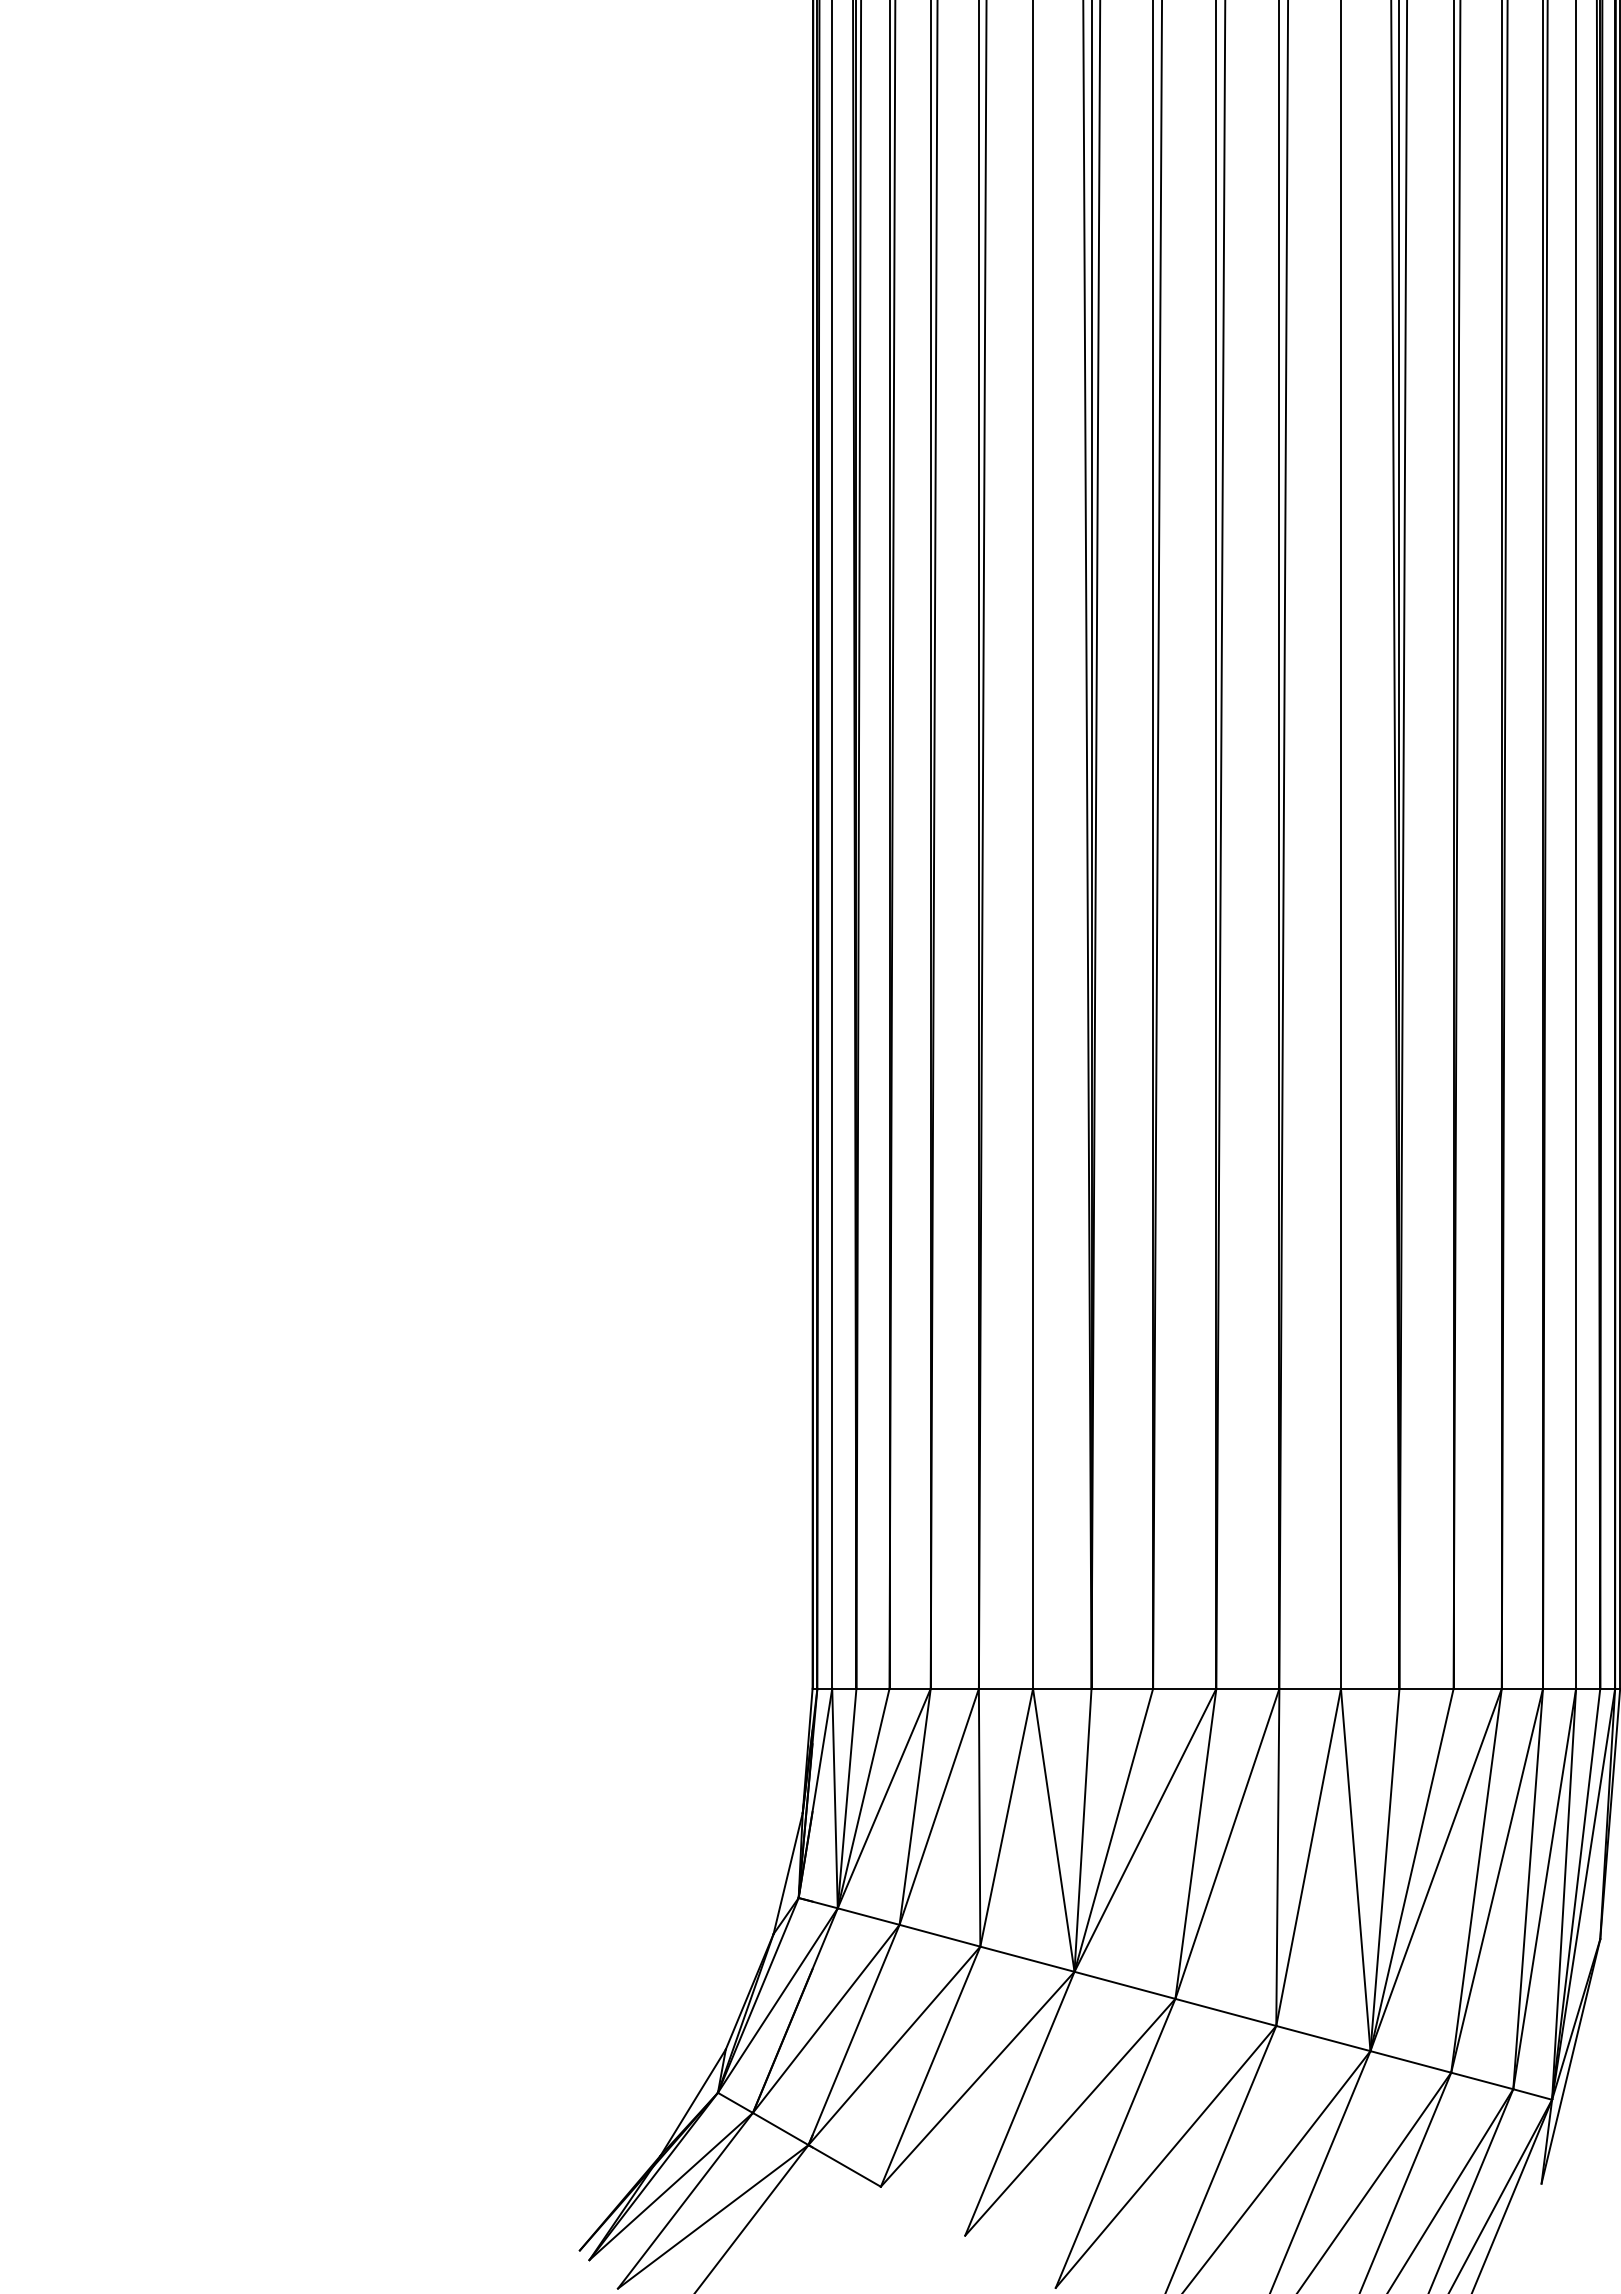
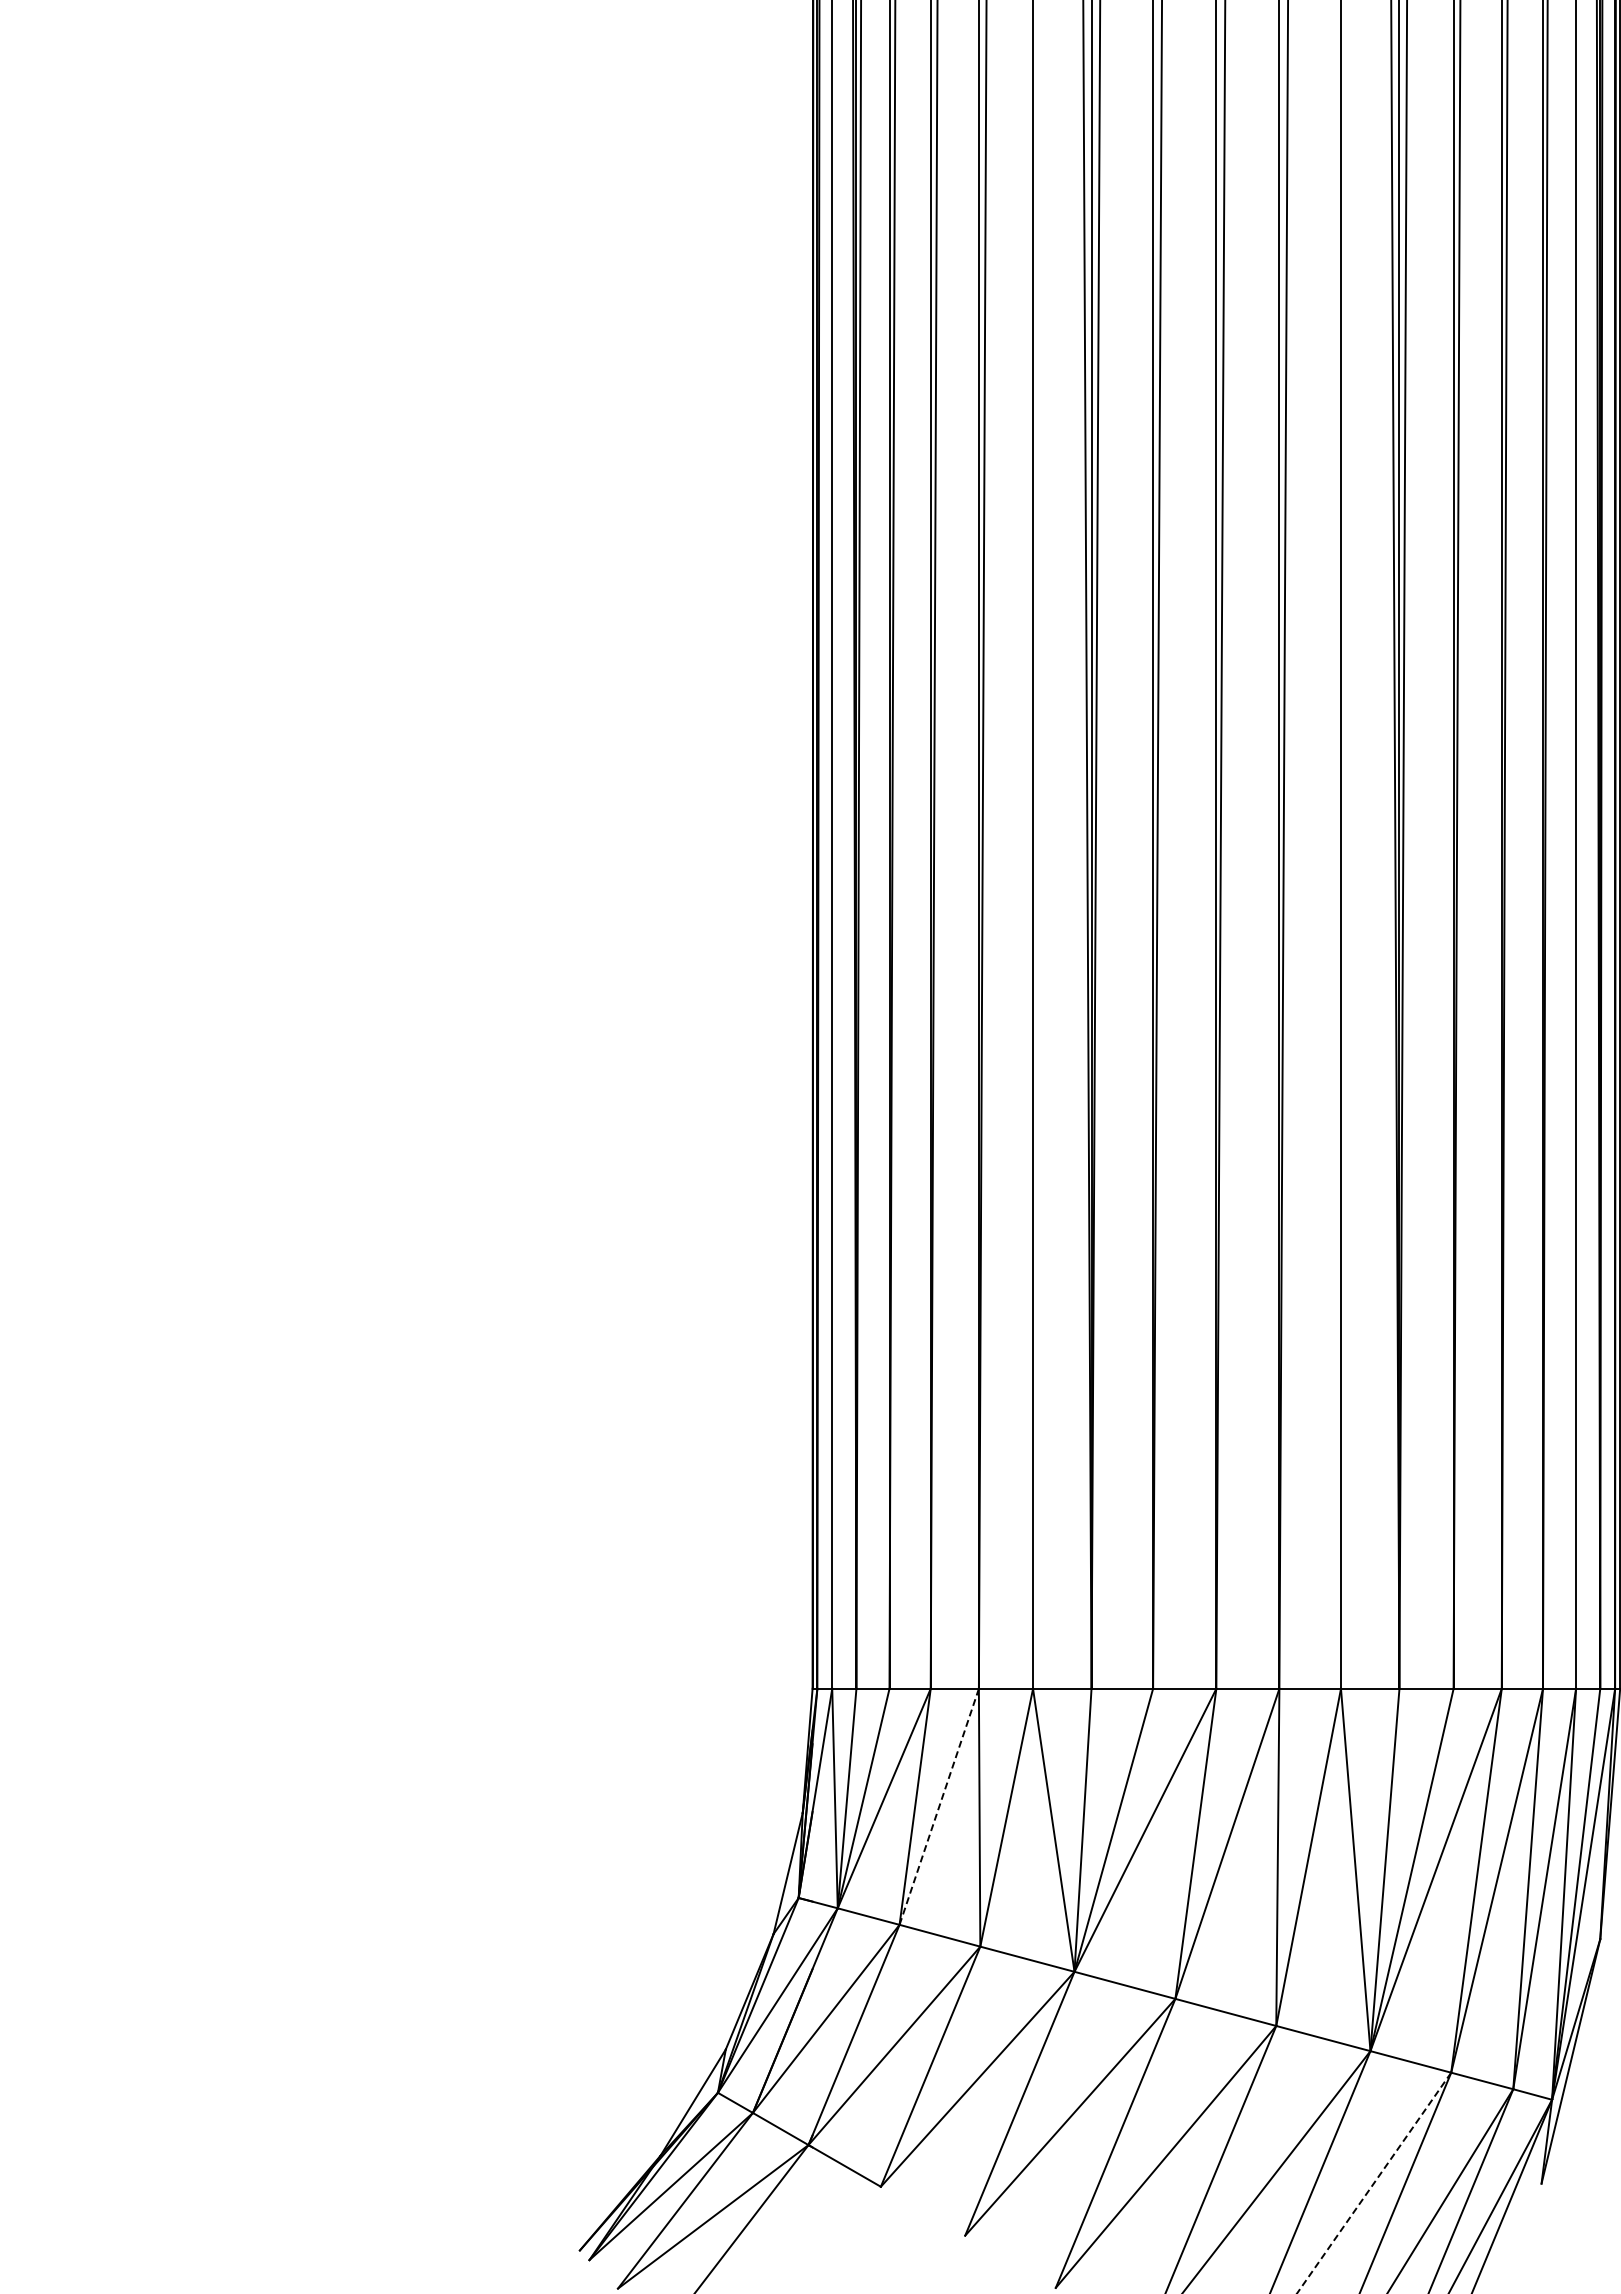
line at (939, 1806): solid -> dashed
line at (1374, 2183): solid -> dashed
